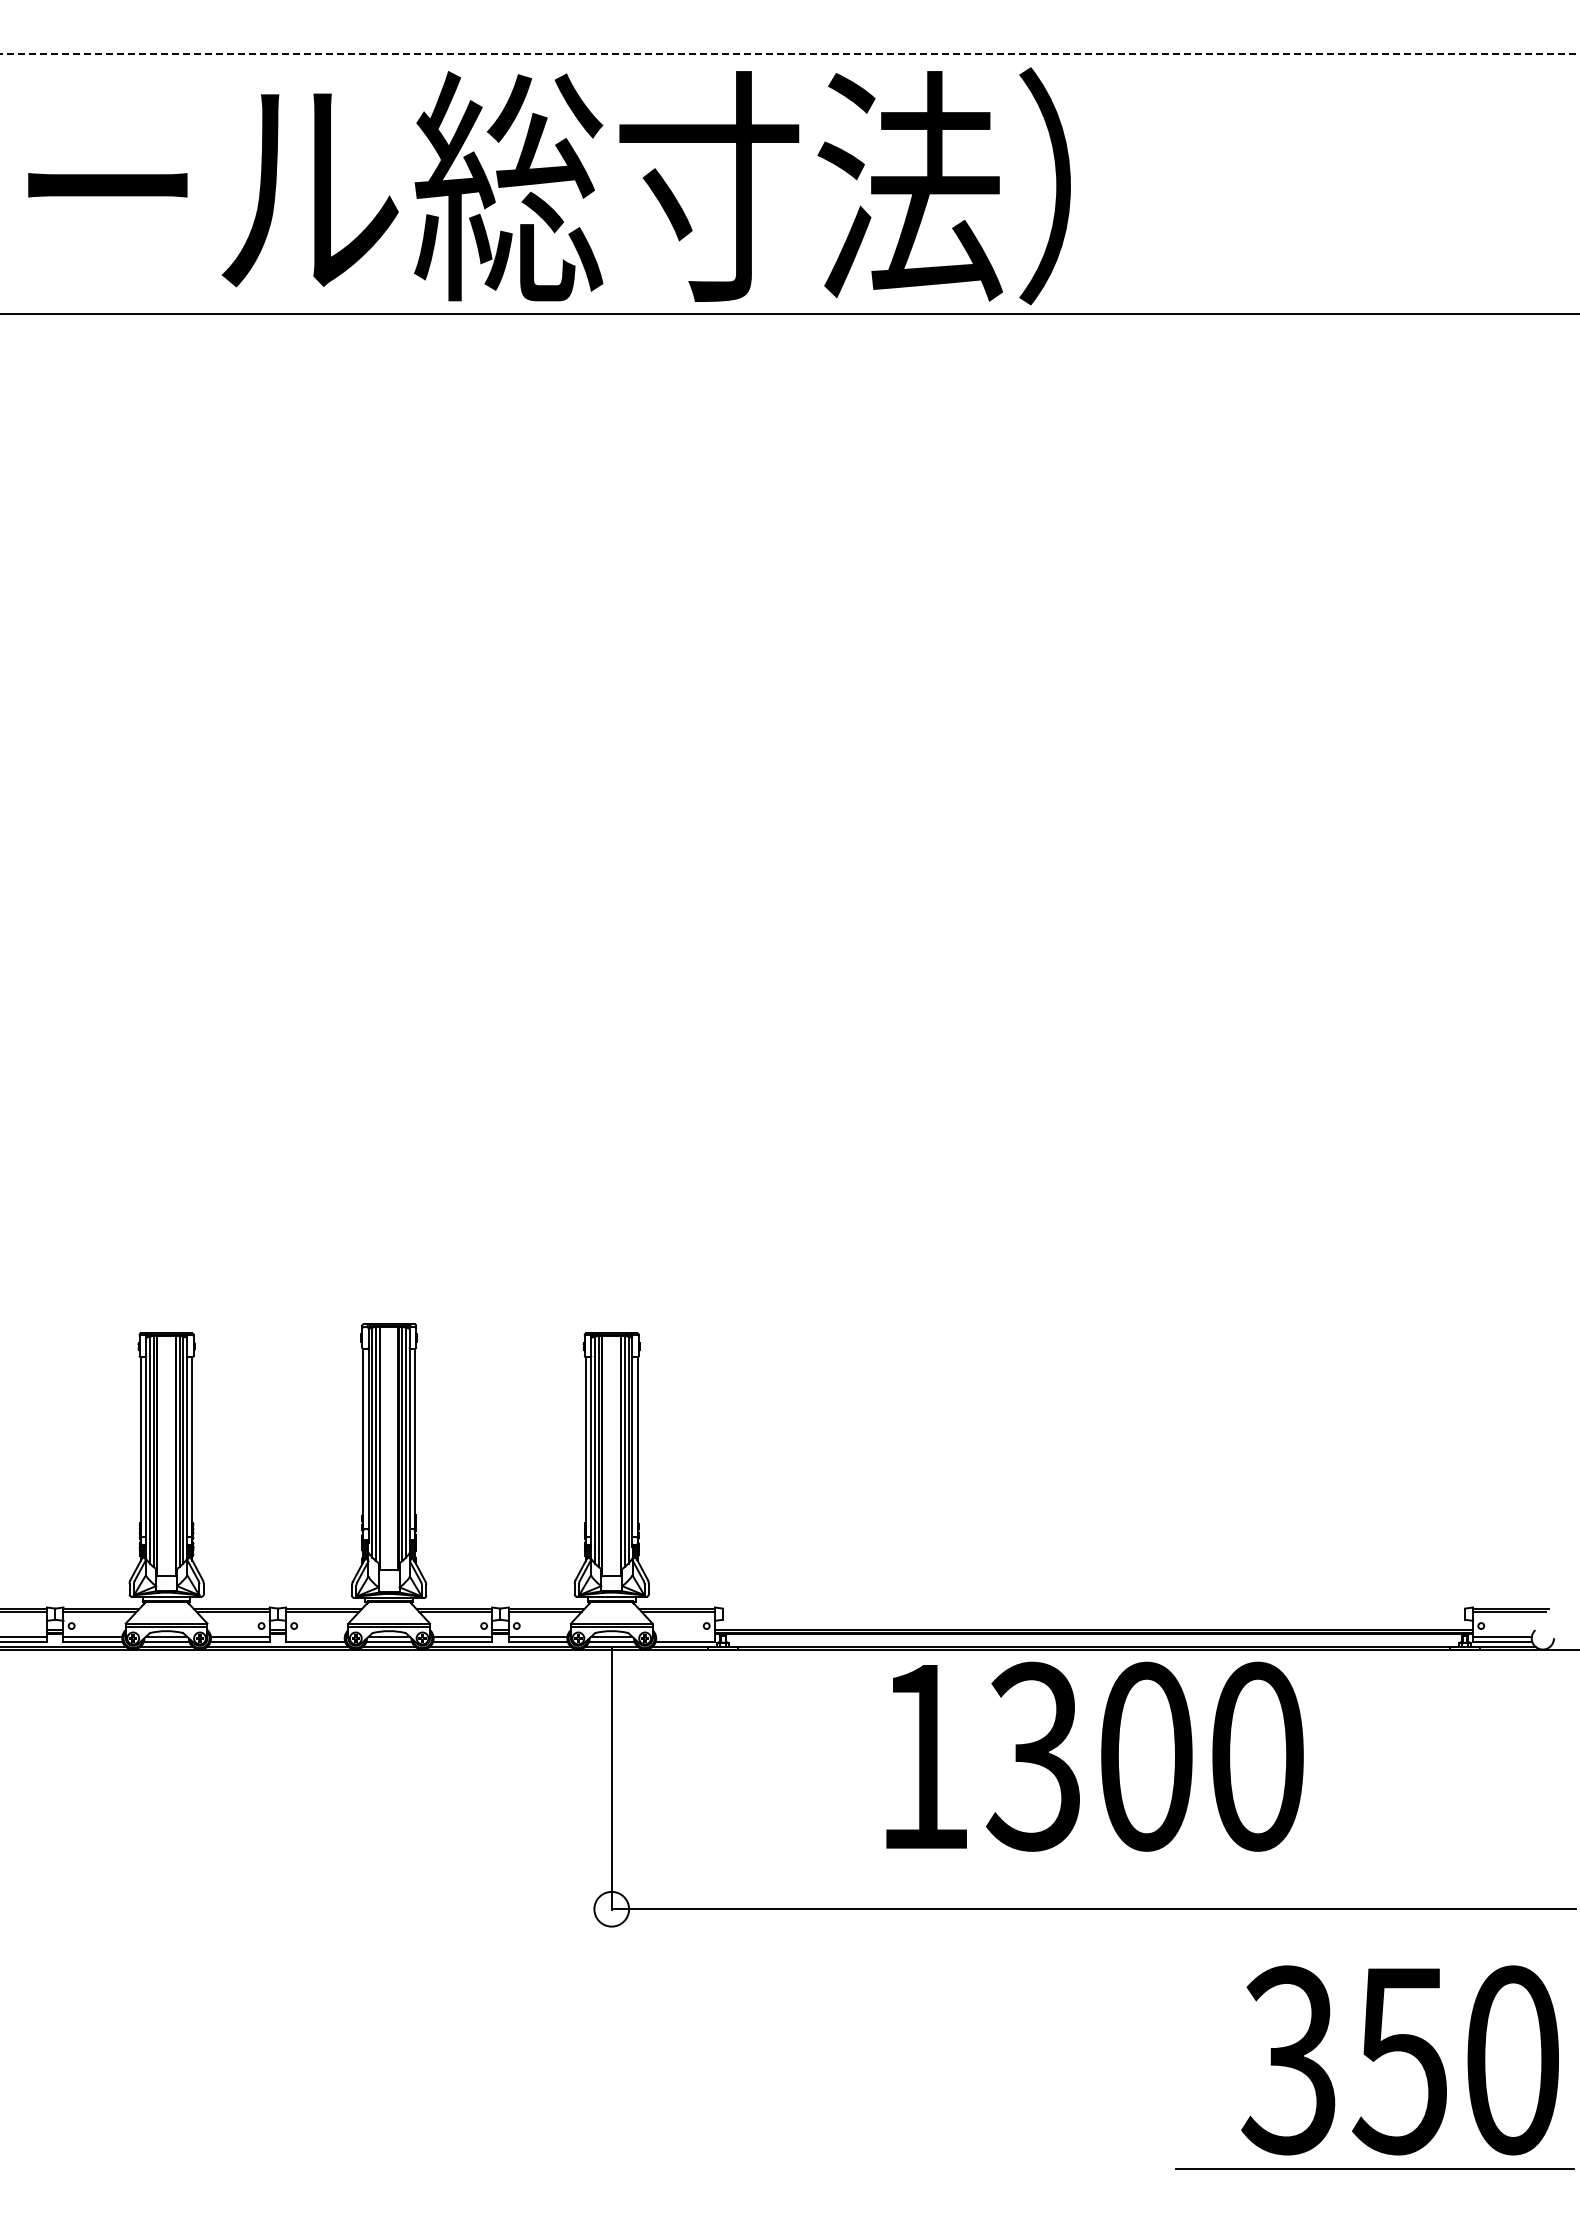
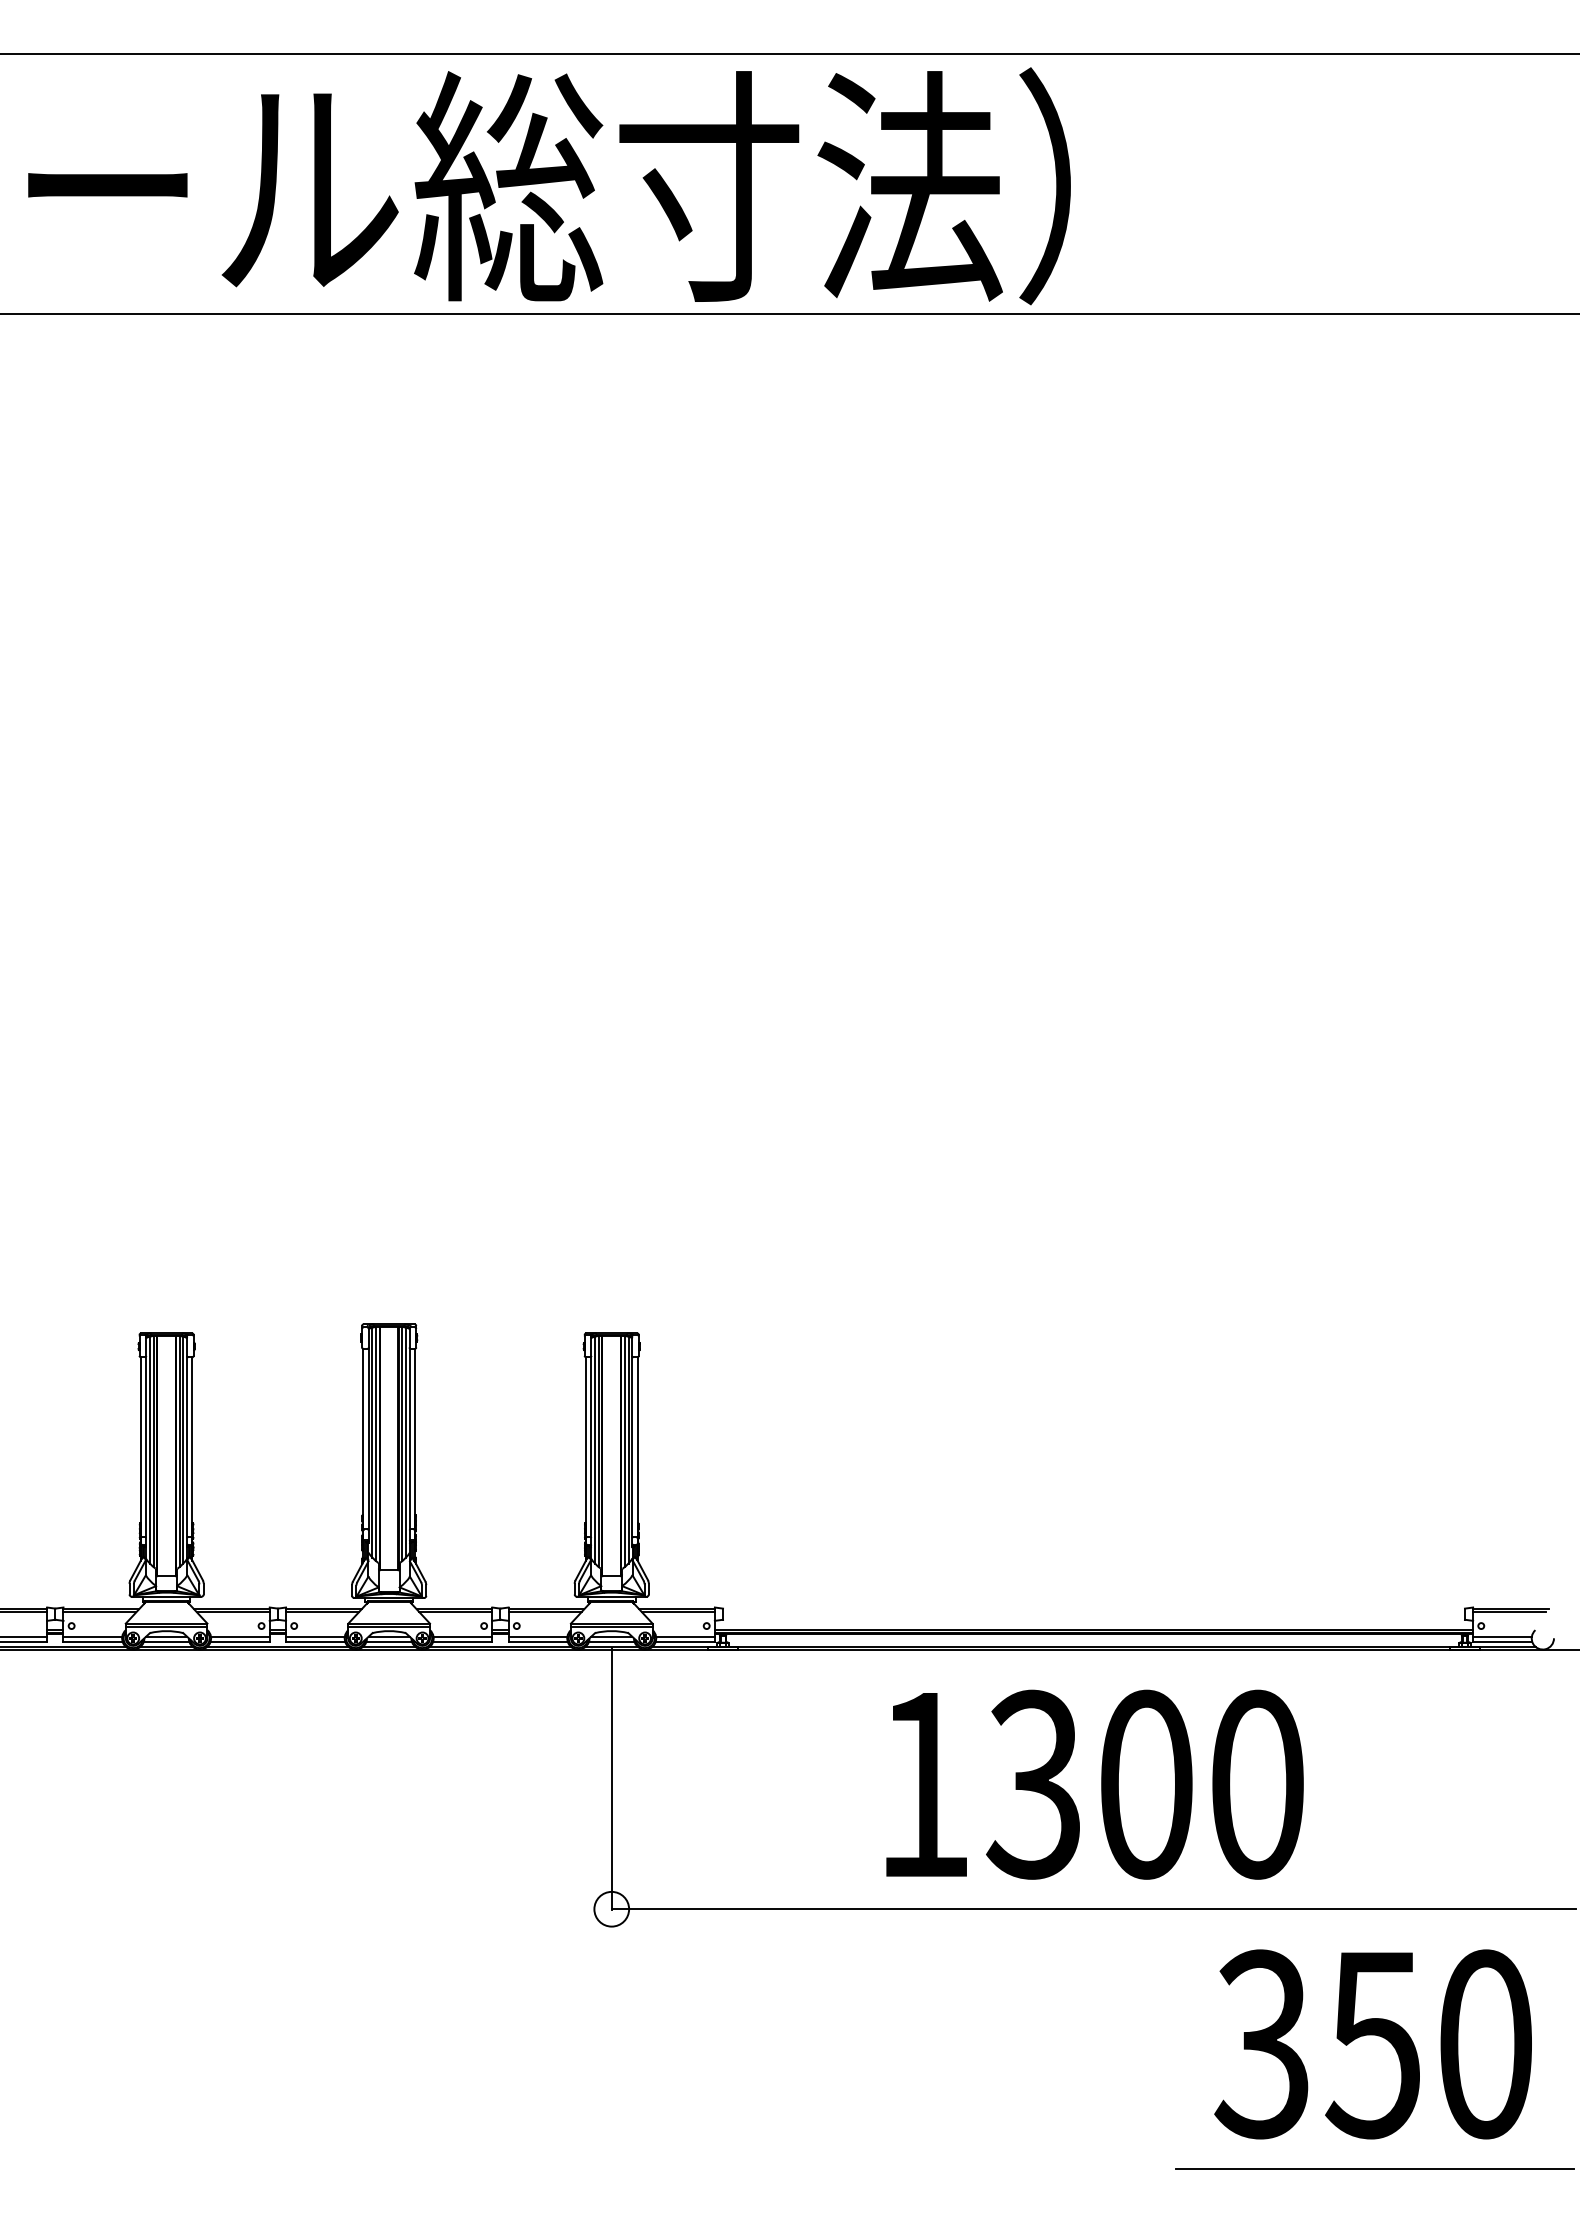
line at (789, 54): dashed -> solid
line at (315, 1636): none -> present
line at (685, 1636): none -> present
text at (1094, 1756) position: (1094, 1756) -> (1094, 1784)
text at (1399, 2060) position: (1399, 2060) -> (1372, 2044)
